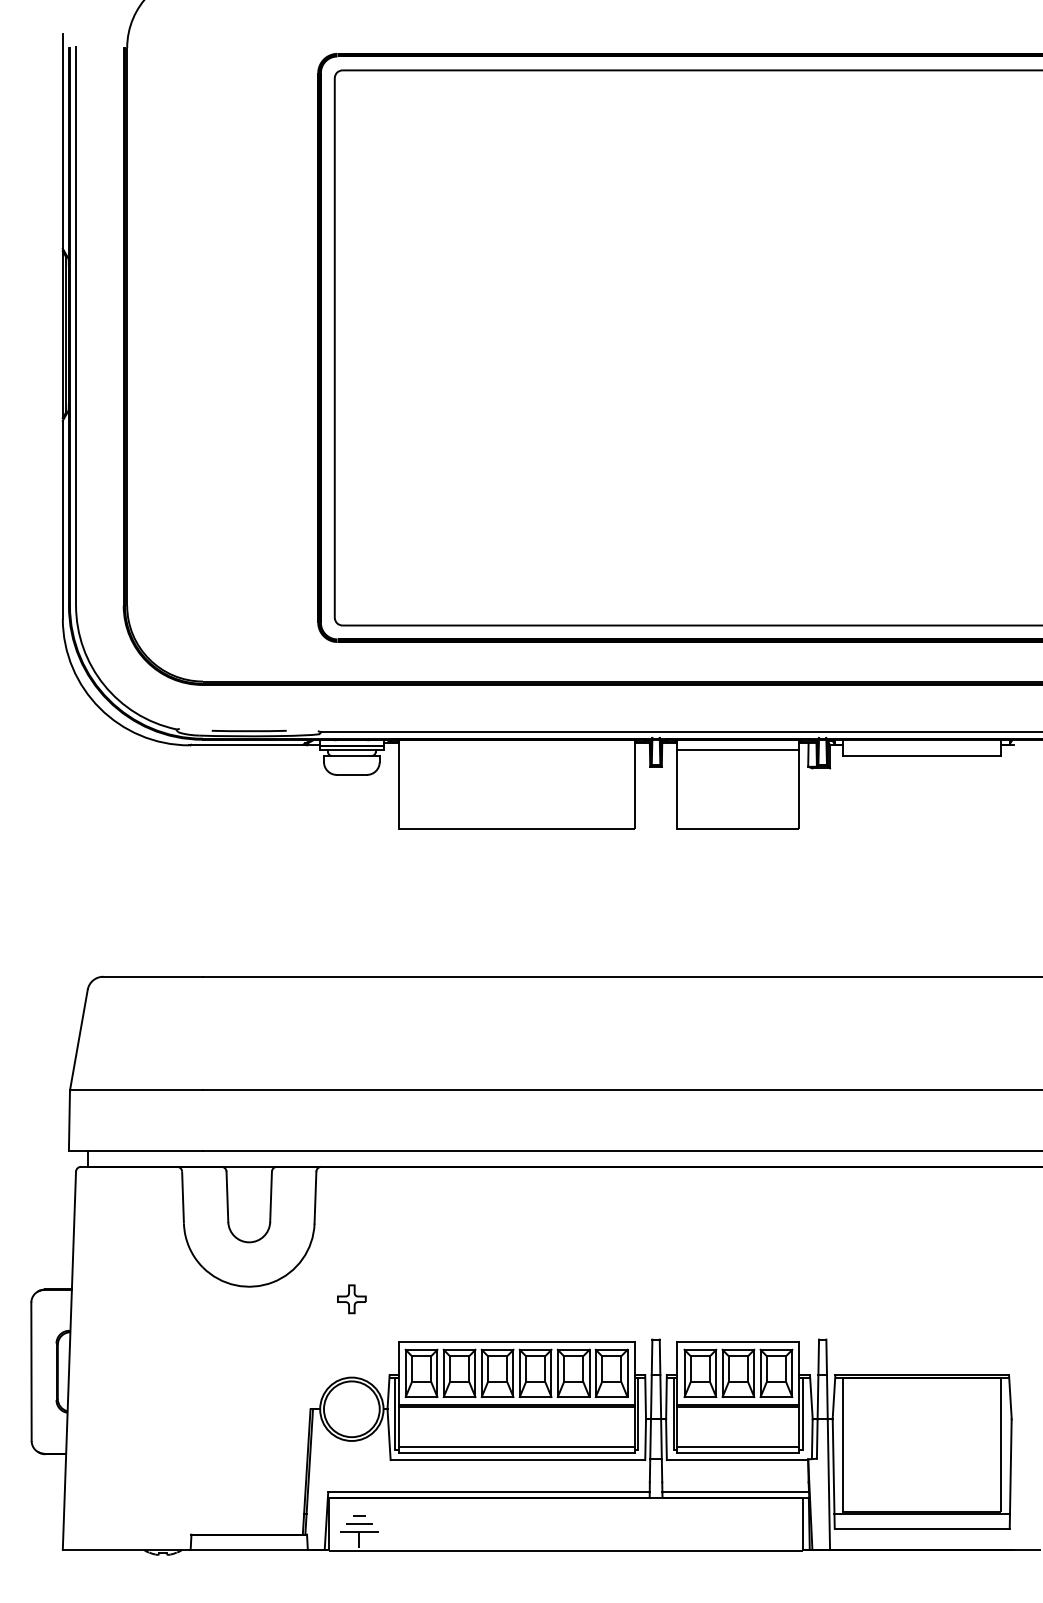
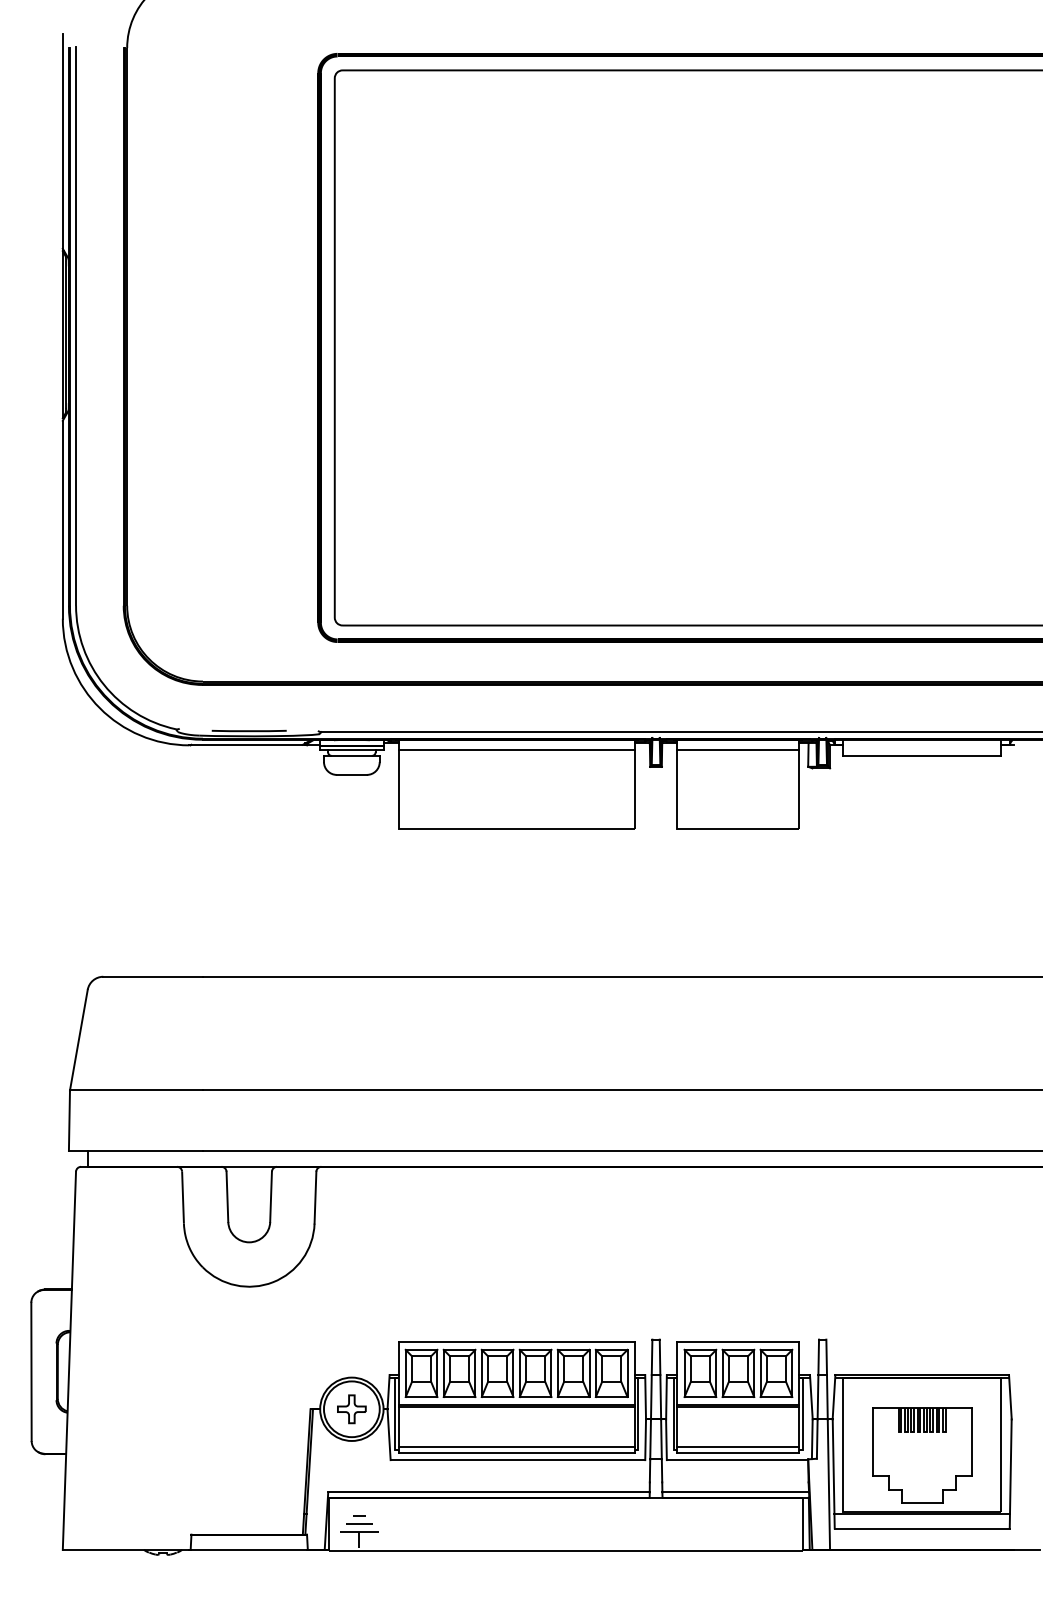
line at (516, 750): none -> present
part at (351, 1299) position: (351, 1299) -> (351, 1409)
part at (922, 1455): none -> present
